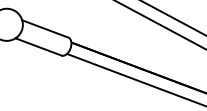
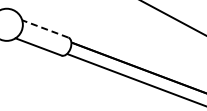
line at (160, 25): present -> none
line at (45, 28): solid -> dashed
